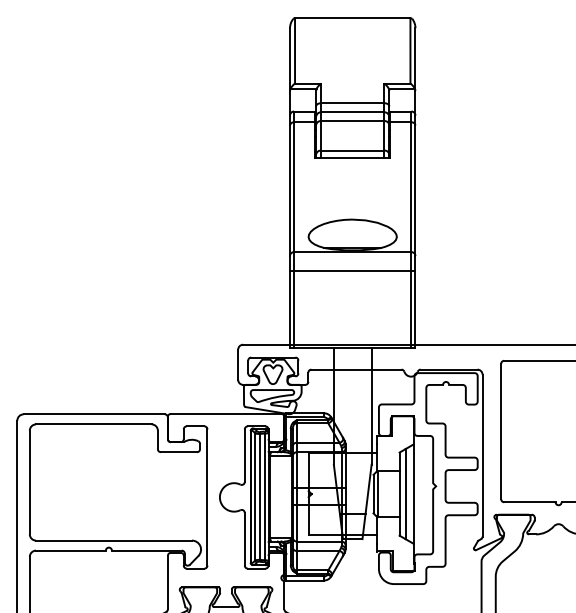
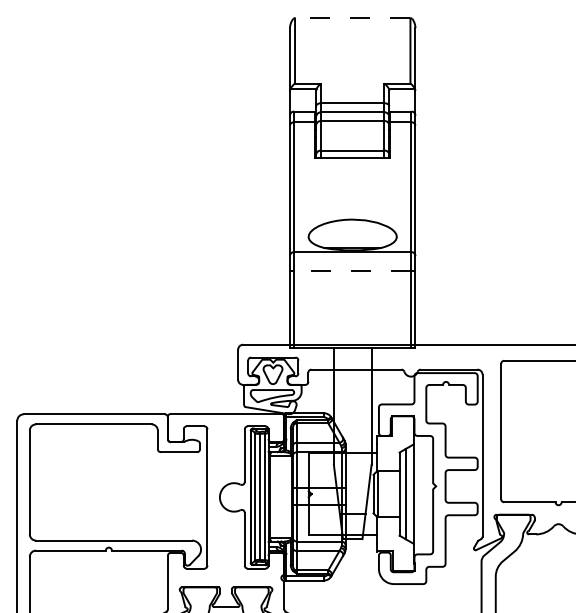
line at (352, 18): solid -> dashed
line at (352, 271): solid -> dashed
